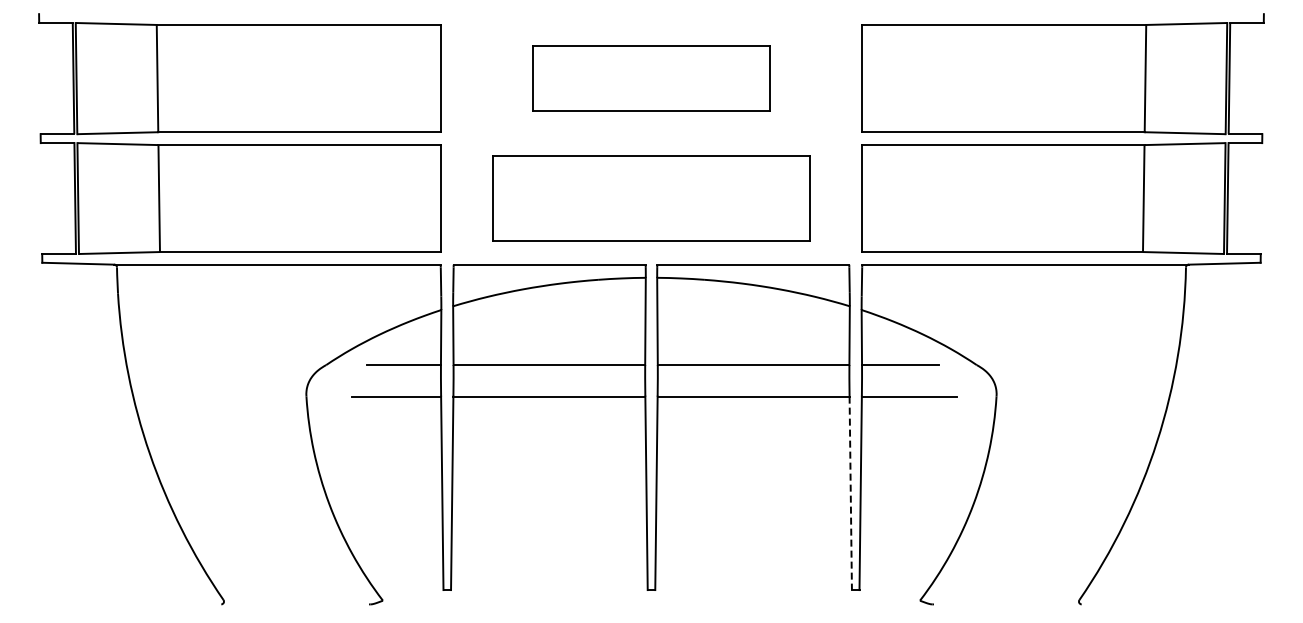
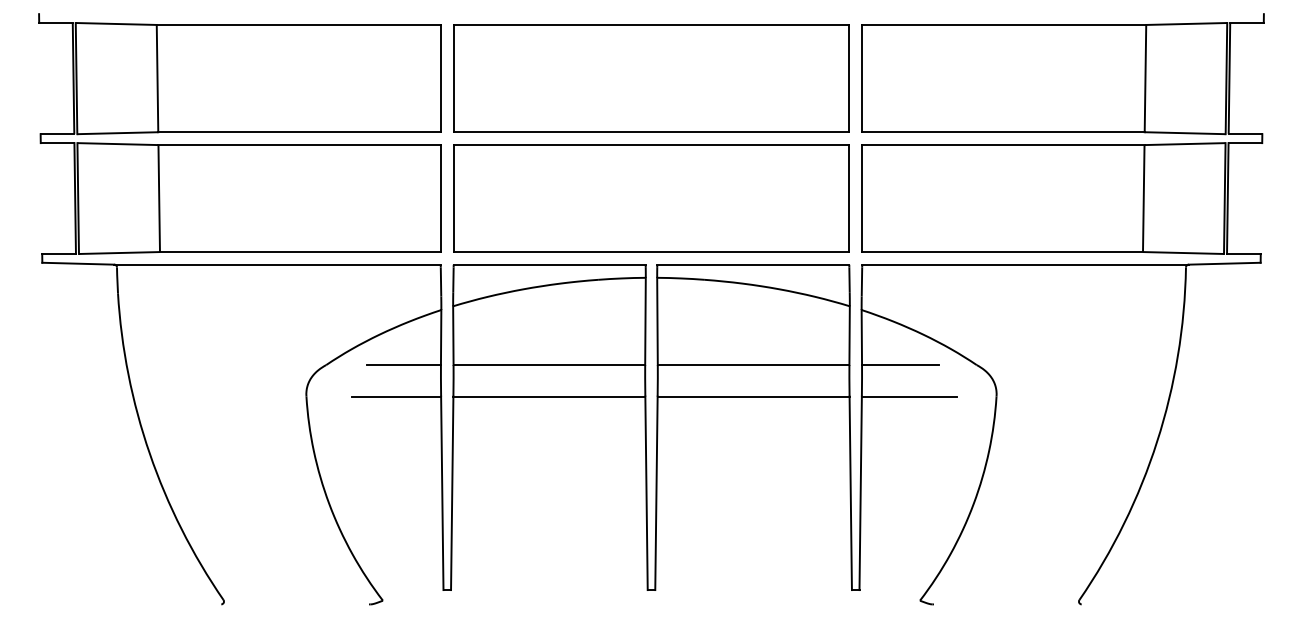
part at (651, 78) size: 239x67 px -> 397x109 px
part at (651, 198) size: 319x87 px -> 397x109 px
line at (850, 493): dashed -> solid
